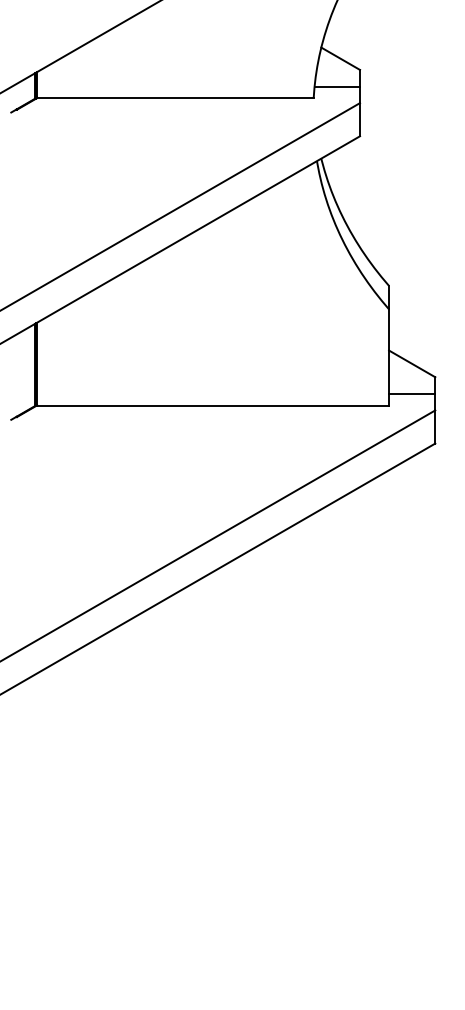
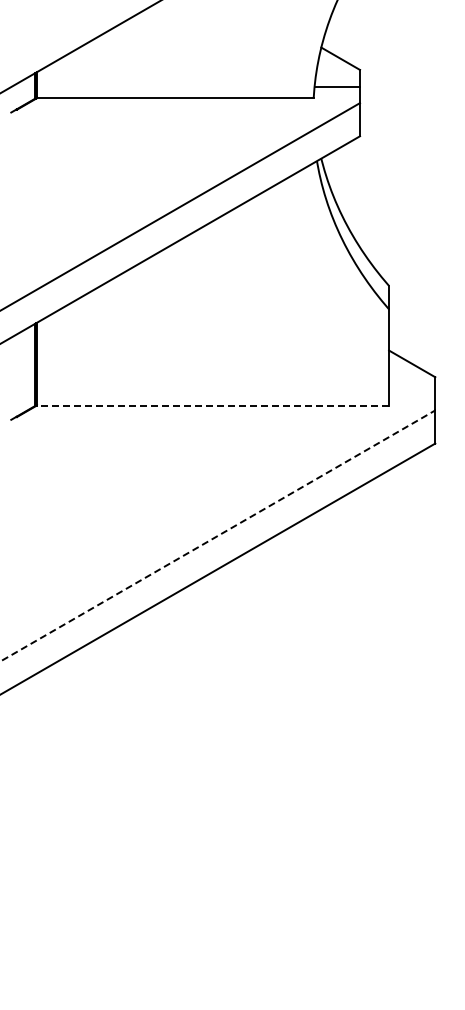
line at (412, 393): present -> none
line at (213, 405): solid -> dashed
line at (218, 535): solid -> dashed
